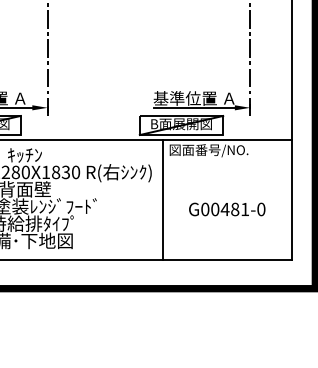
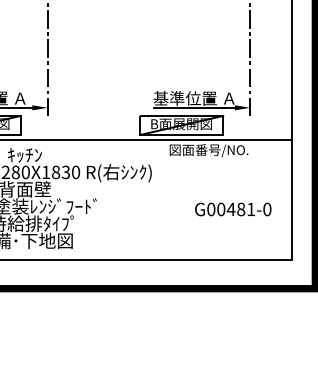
line at (162, 199): present -> none
text at (227, 209) position: (227, 209) -> (233, 209)
